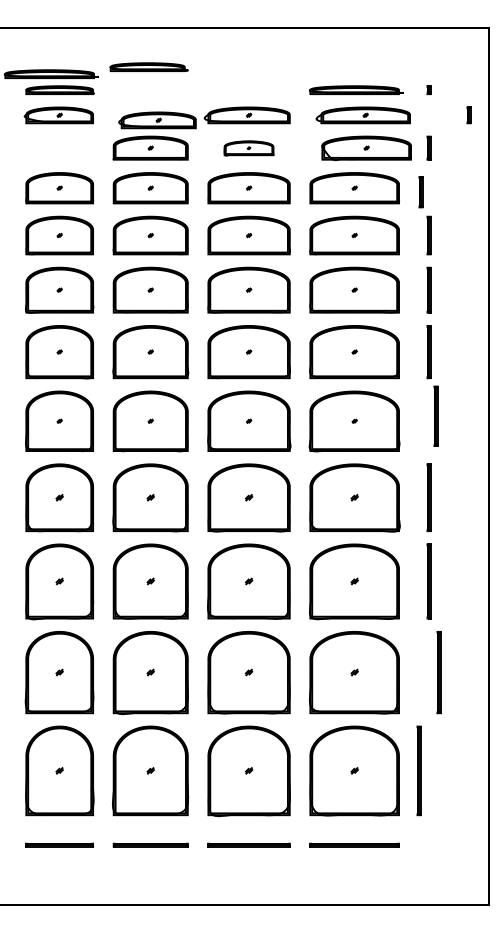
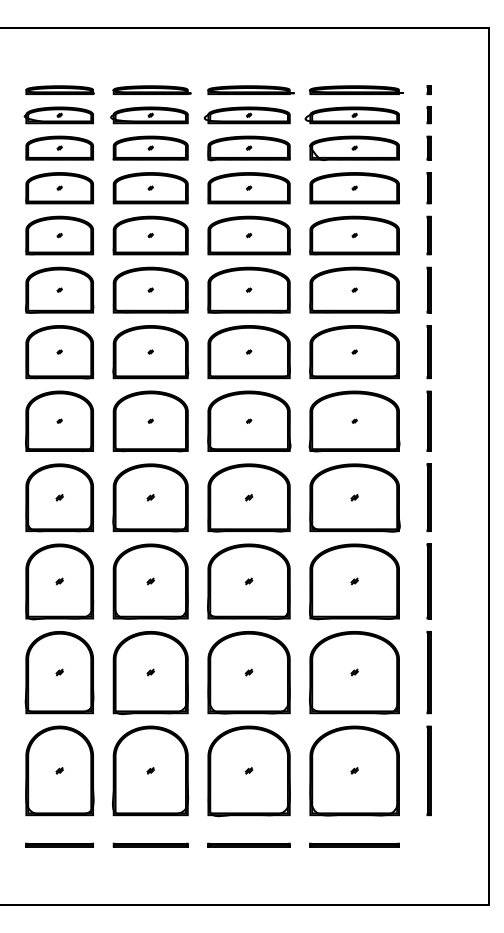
part at (148, 66) position: (148, 66) -> (151, 89)
part at (50, 73): present -> none
part at (250, 89): none -> present
part at (362, 115) position: (362, 115) -> (351, 115)
part at (468, 115) position: (468, 115) -> (428, 115)
part at (157, 120) position: (157, 120) -> (149, 115)
part at (59, 147): none -> present
part at (248, 148) size: 52x17 px -> 84x27 px
part at (366, 148) position: (366, 148) -> (354, 148)
part at (420, 192) position: (420, 192) -> (428, 188)
part at (435, 415) position: (435, 415) -> (428, 420)
part at (438, 672) position: (438, 672) -> (428, 672)
part at (418, 770) position: (418, 770) -> (428, 770)
